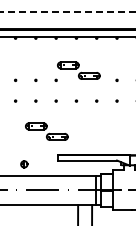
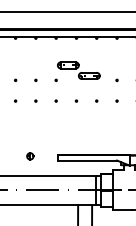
line at (68, 12): dashed -> solid
part at (46, 131): present -> none
part at (24, 164) position: (24, 164) -> (30, 156)
